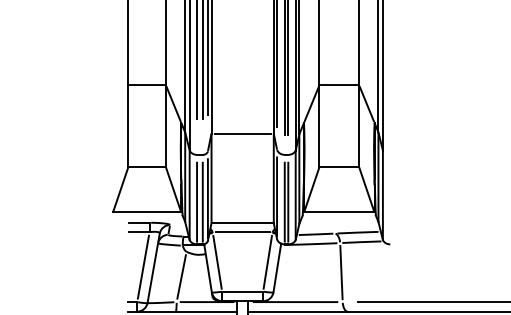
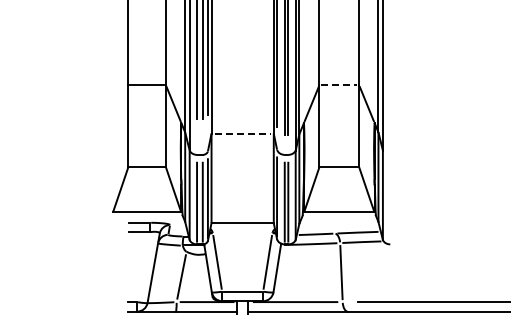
line at (339, 85): solid -> dashed
line at (243, 133): solid -> dashed
line at (242, 232): present -> none
line at (142, 266): present -> none
